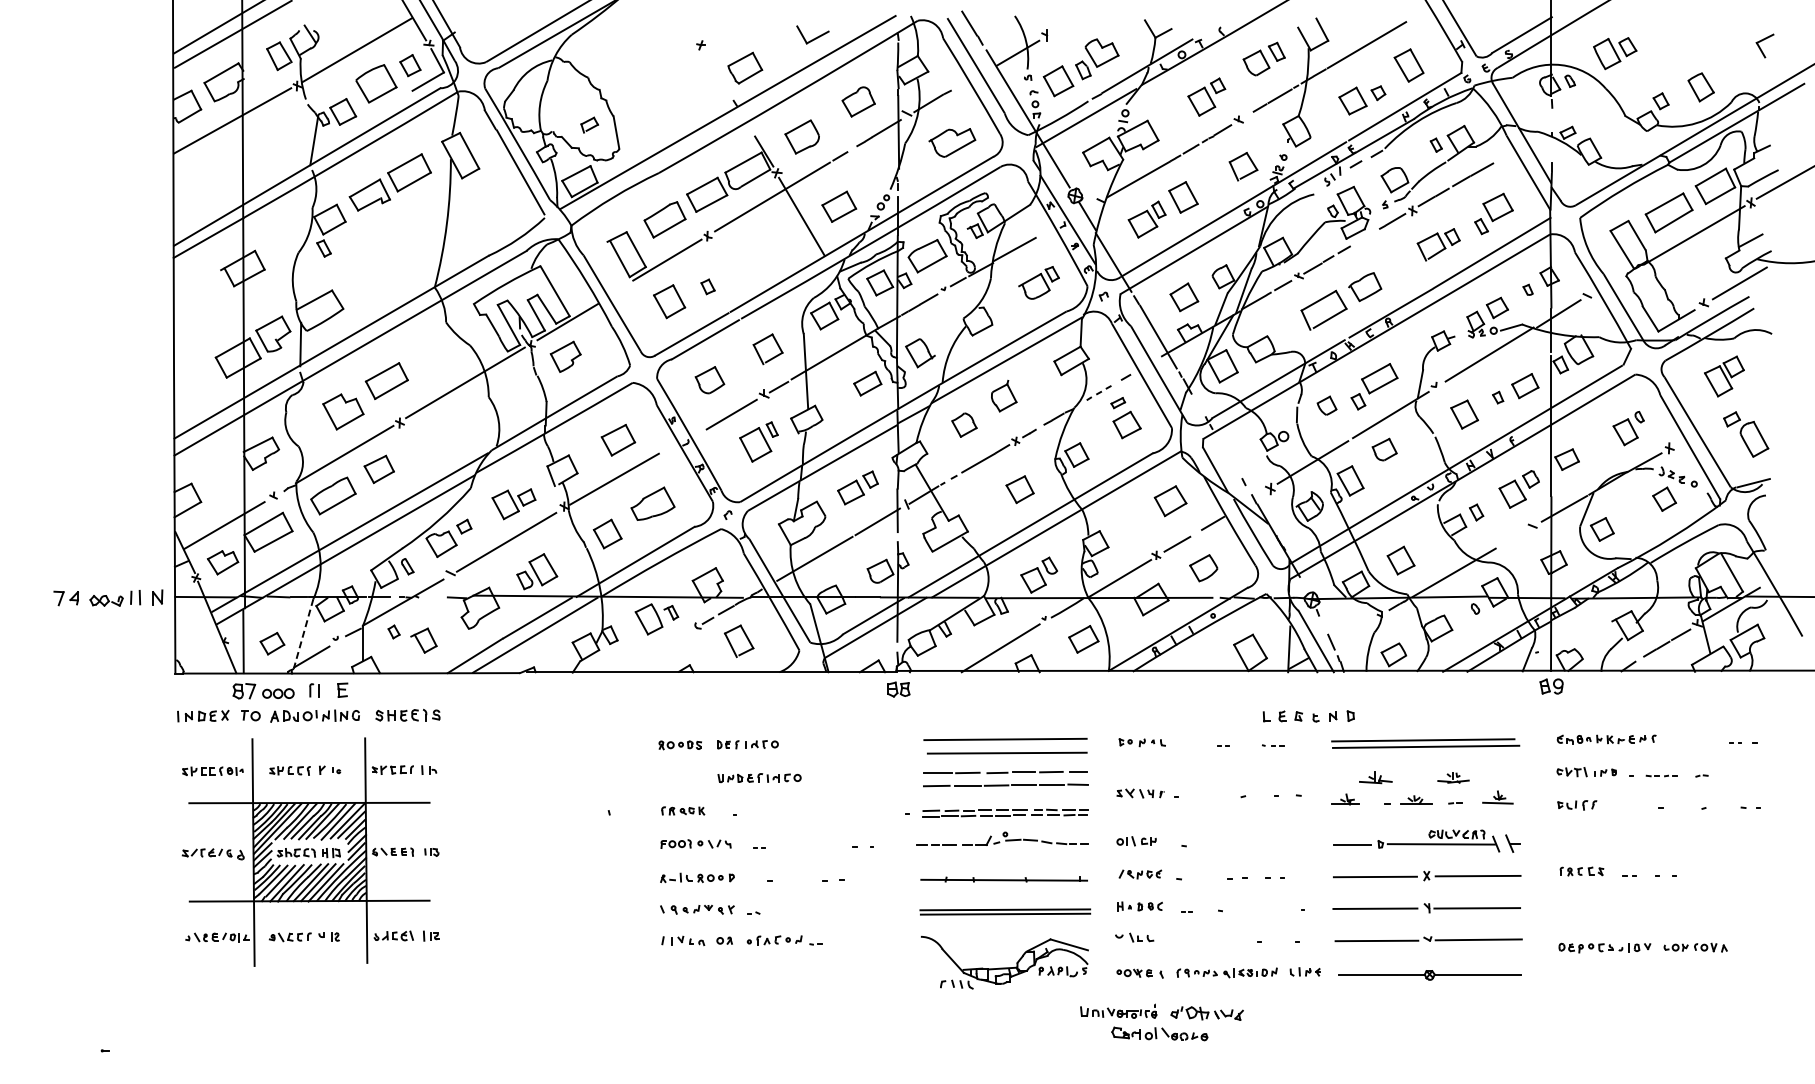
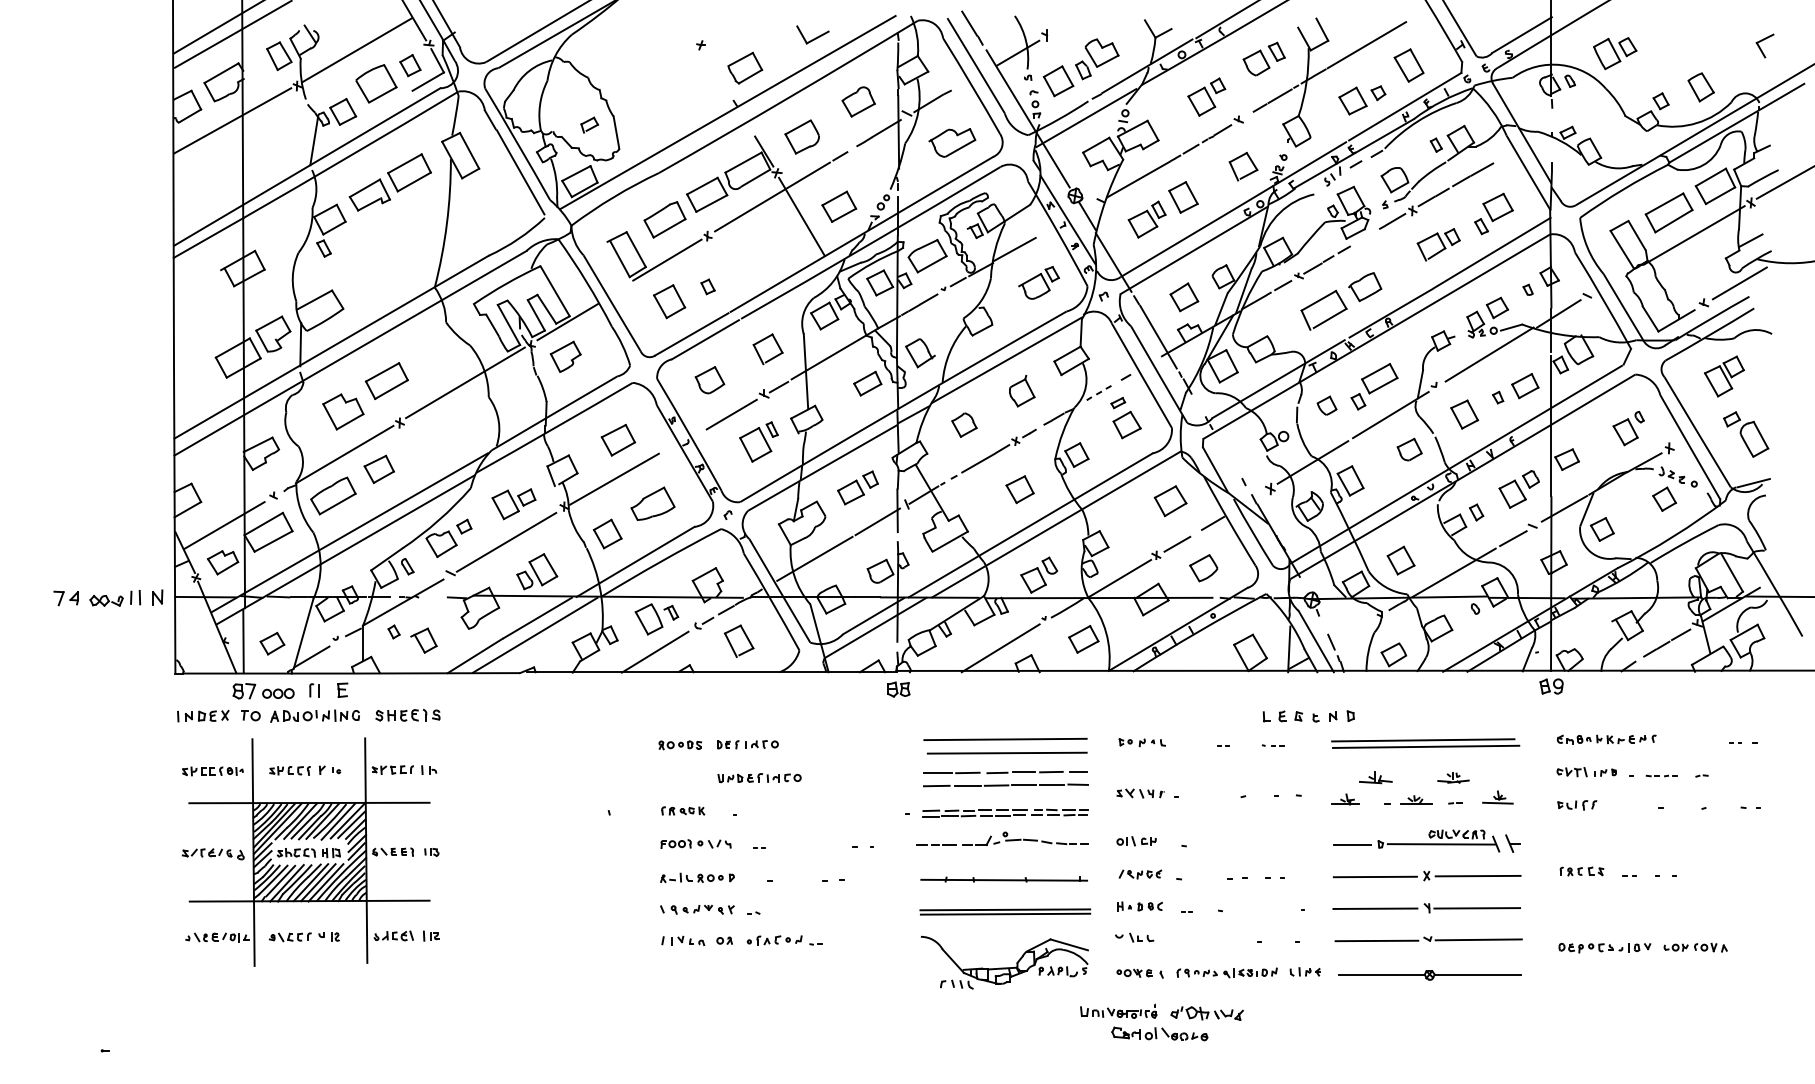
line at (1225, 20): none -> present
part at (1004, 395) position: (1004, 395) -> (1022, 390)
part at (1384, 449) position: (1384, 449) -> (1409, 449)
line at (1513, 538): none -> present
line at (303, 634): dashed -> solid
line at (654, 651): none -> present
